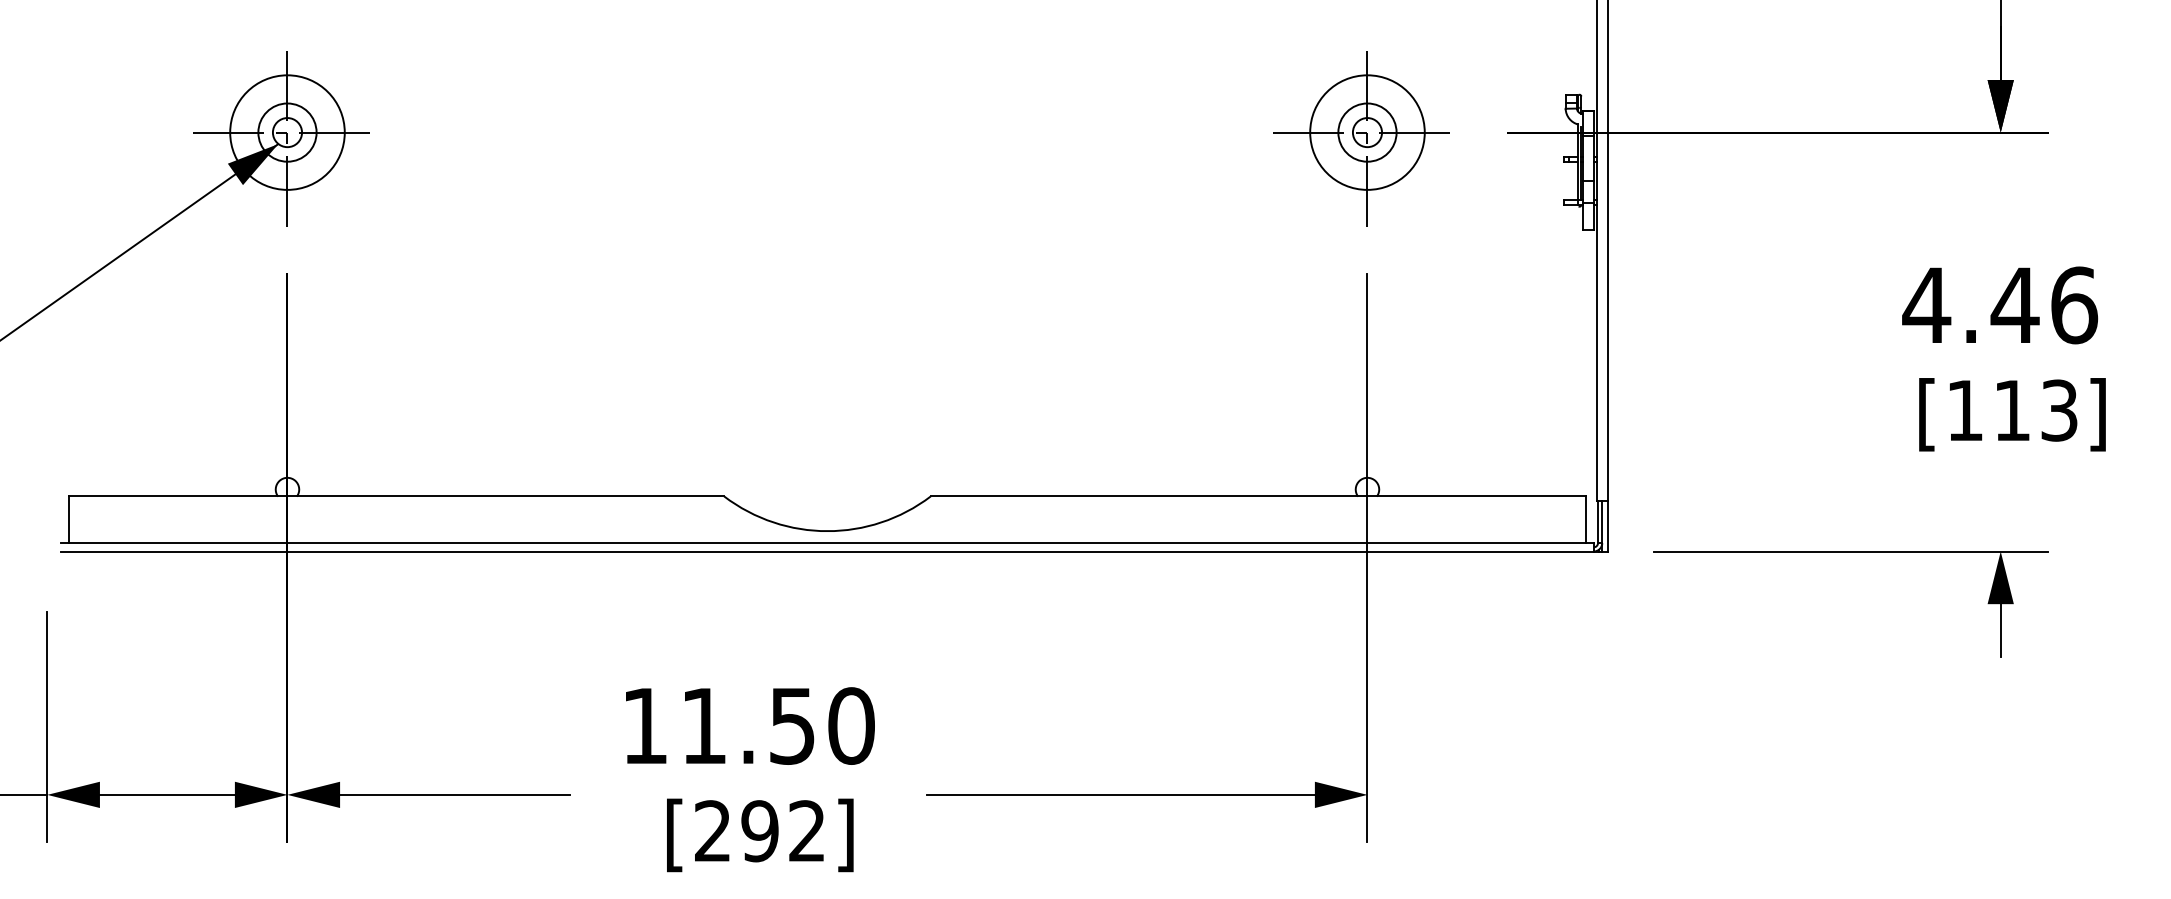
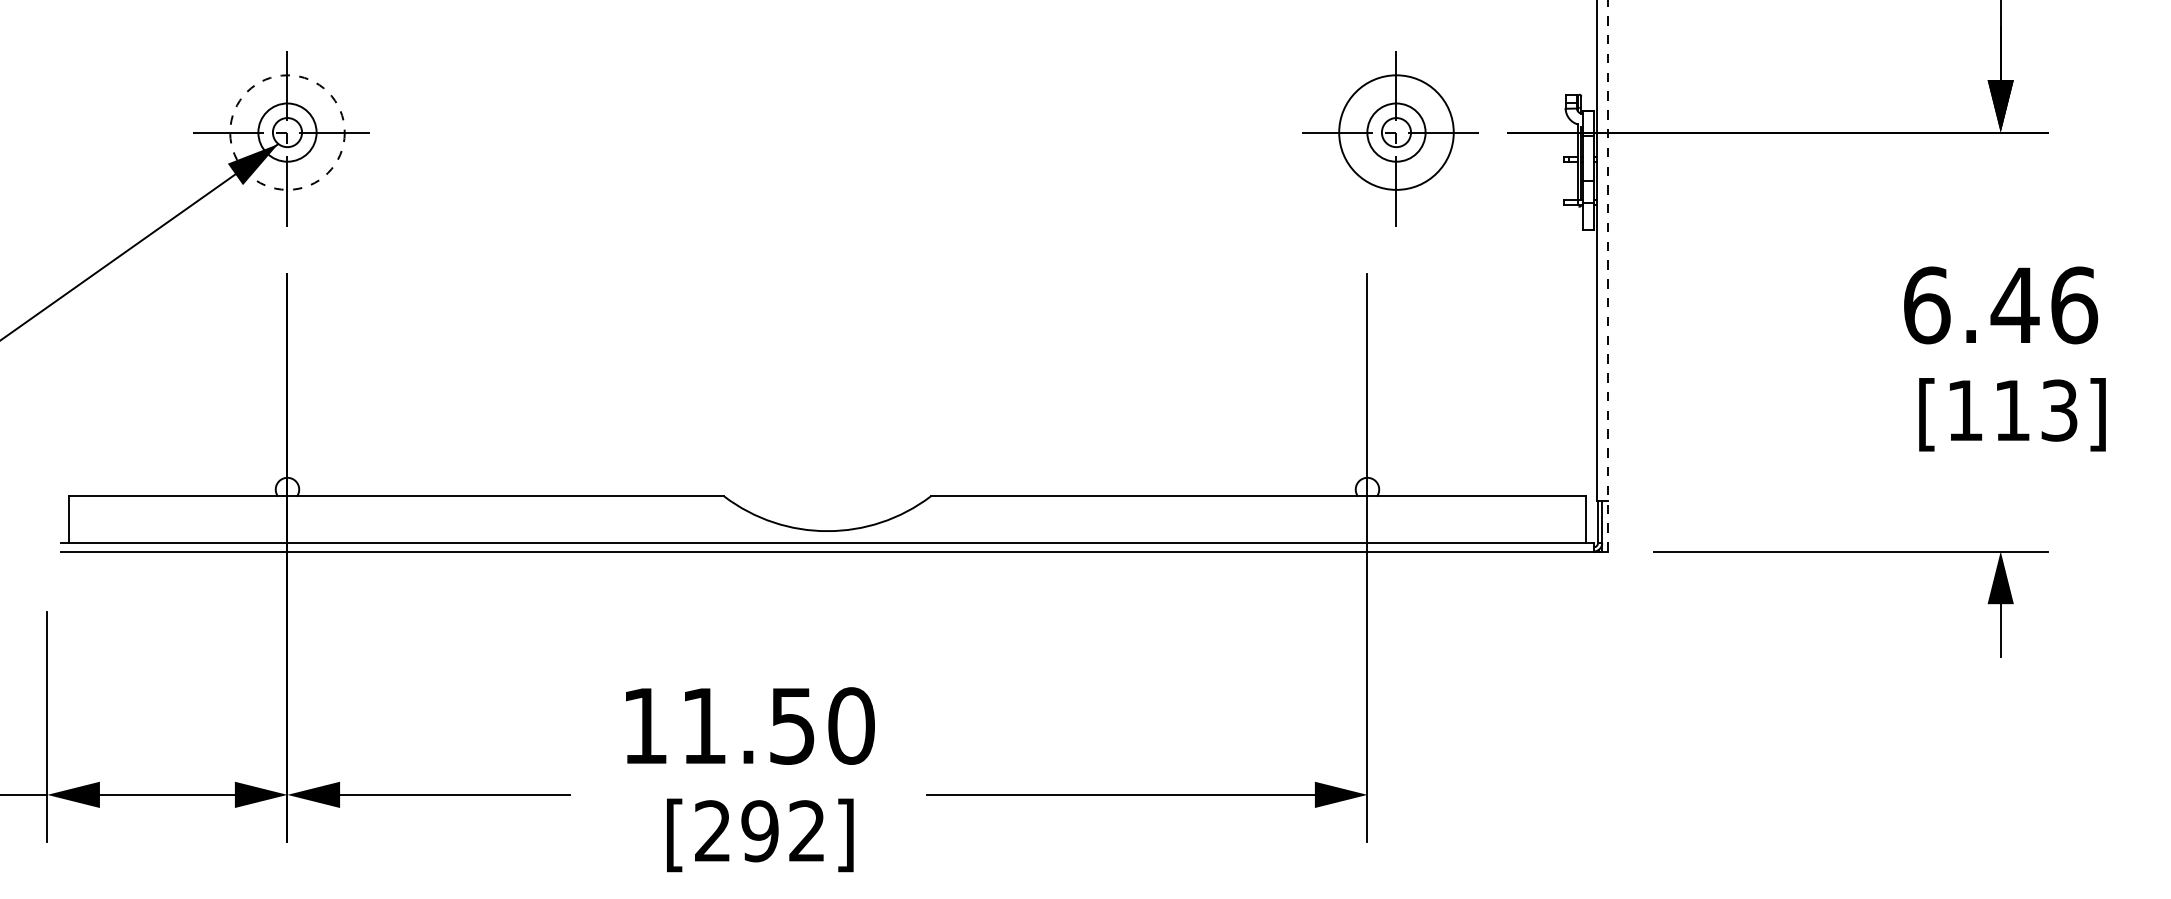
circle at (287, 132): solid -> dashed
part at (1361, 138) position: (1361, 138) -> (1390, 138)
line at (1607, 275): solid -> dashed
text at (1926, 305): 4.46 -> 6.46
